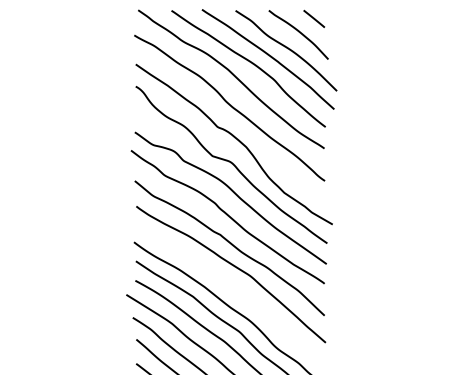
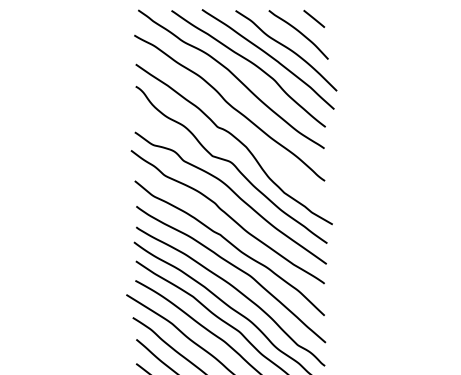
curve at (236, 290): none -> present
